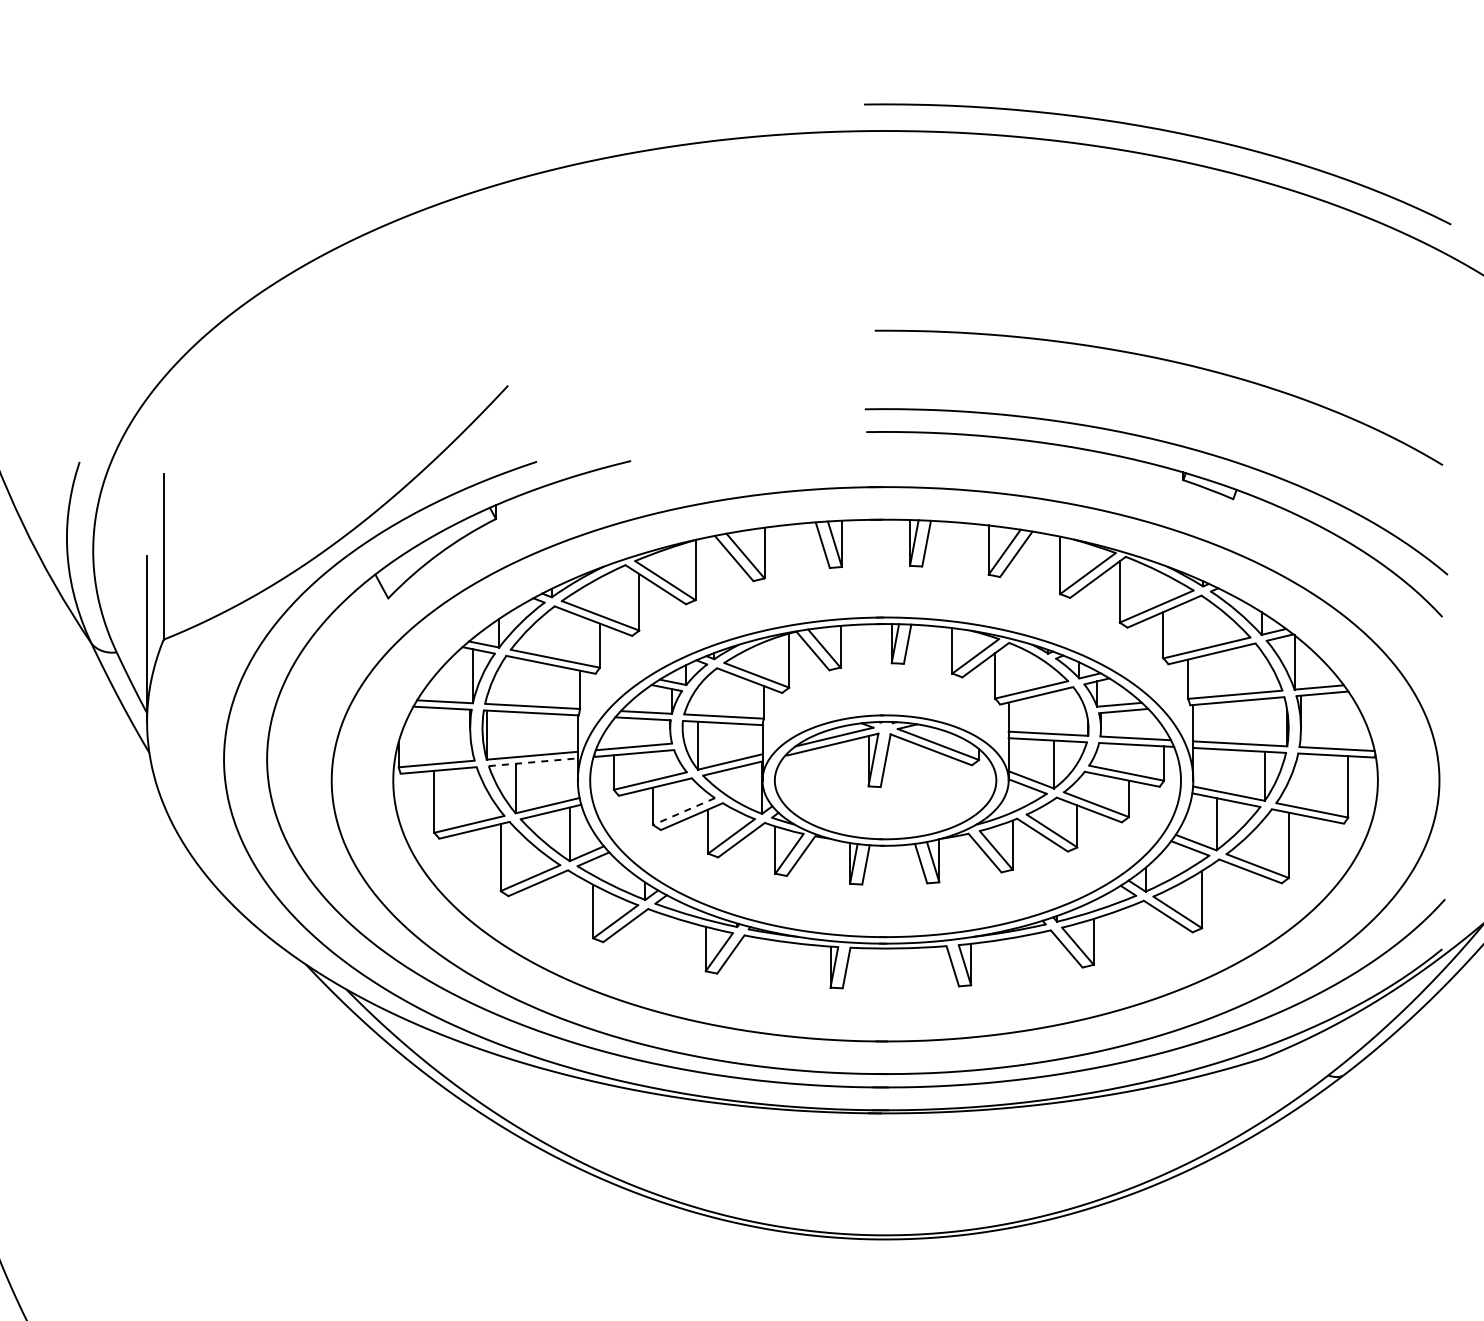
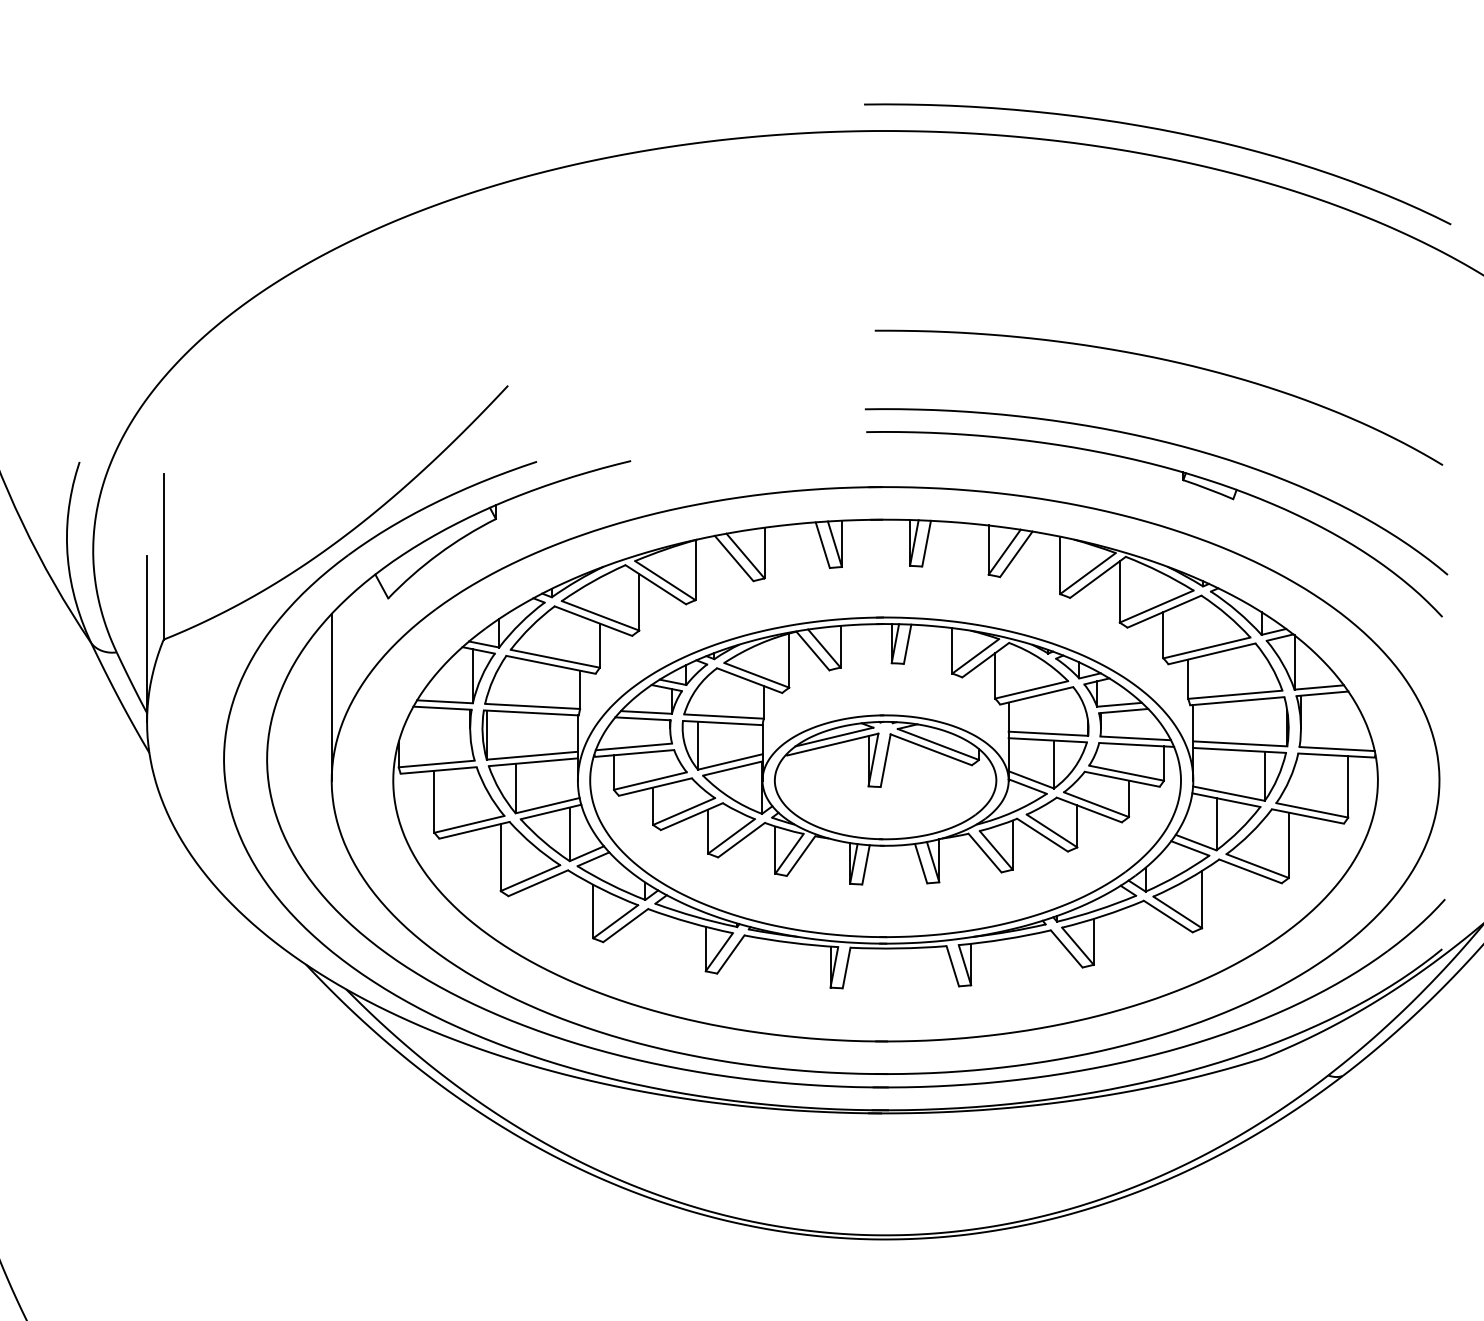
line at (331, 696): none -> present
line at (533, 762): dashed -> solid
line at (684, 811): dashed -> solid
